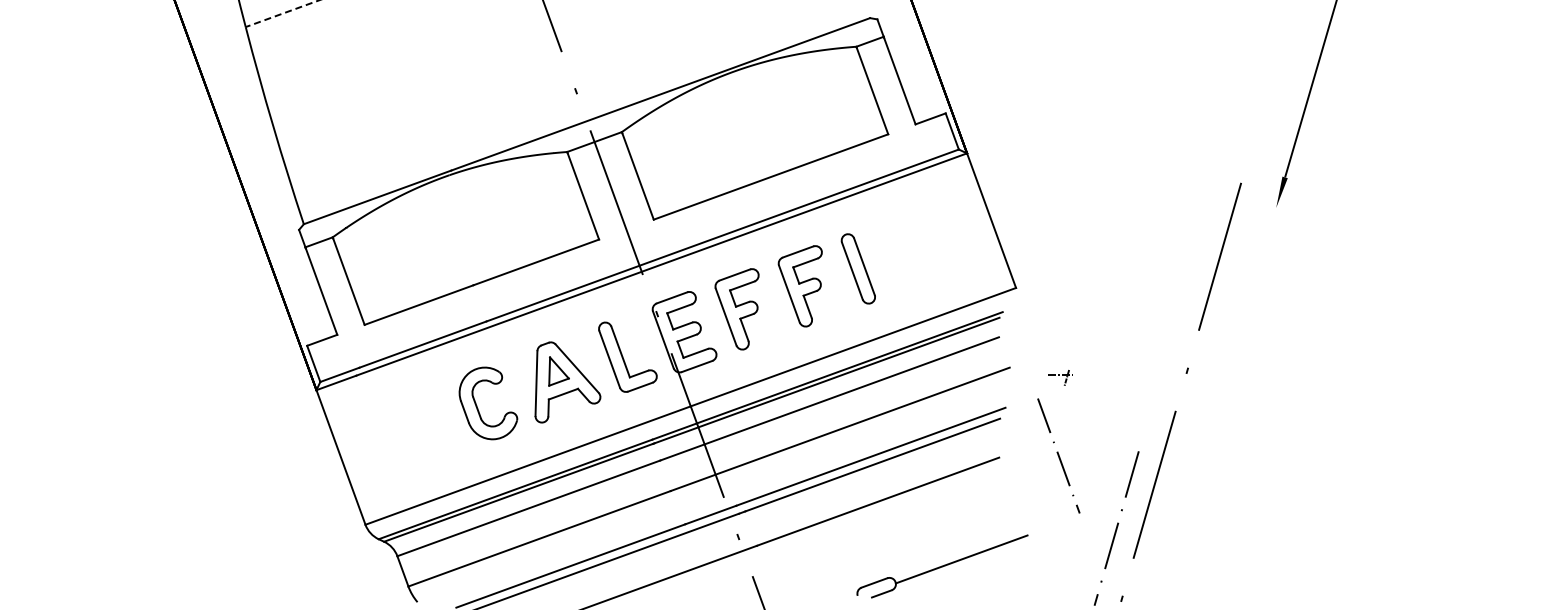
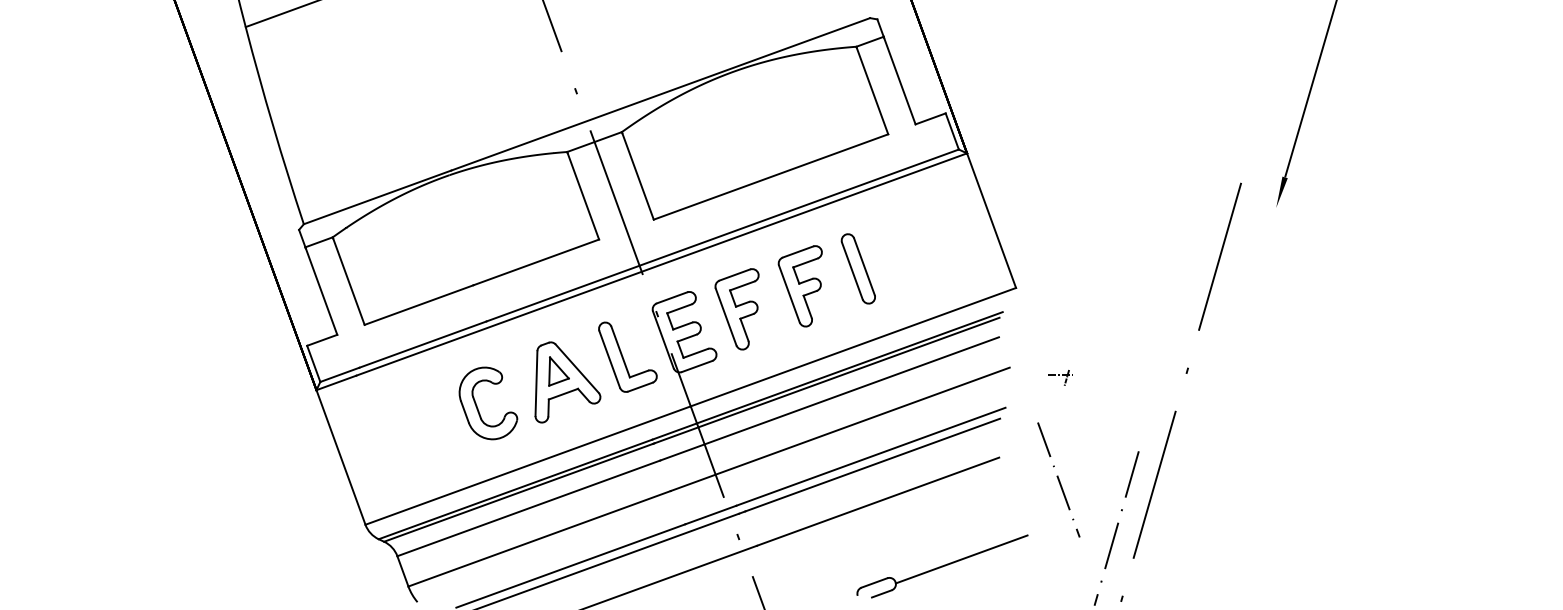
line at (282, 13): dashed -> solid
line at (1058, 455) position: (1058, 455) -> (1058, 479)
